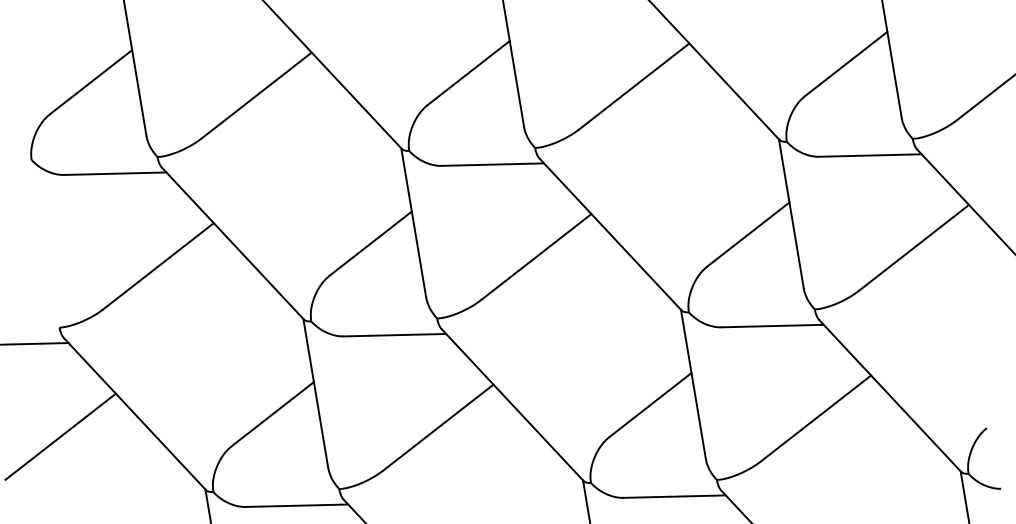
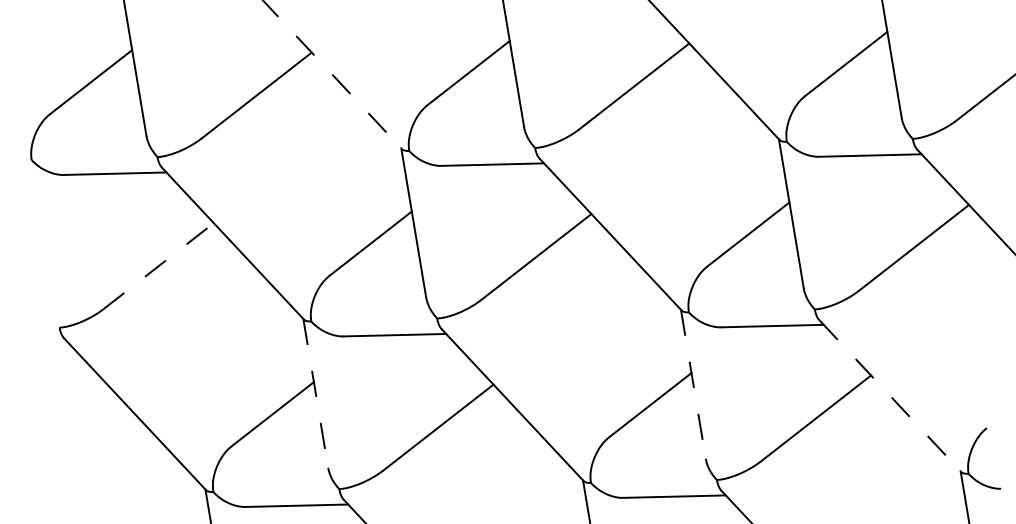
line at (332, 74): solid -> dashed
line at (158, 266): solid -> dashed
line at (35, 343): present -> none
line at (693, 384): solid -> dashed
line at (315, 393): solid -> dashed
line at (890, 396): solid -> dashed
line at (60, 436): present -> none
